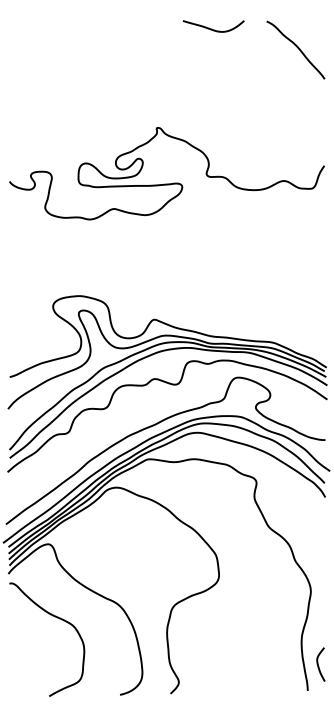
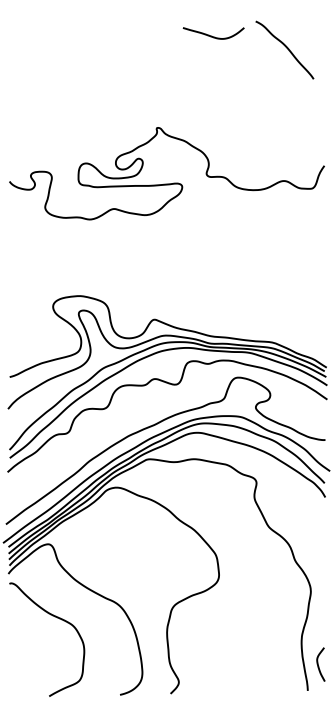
curve at (211, 28) position: (211, 28) -> (211, 35)
curve at (296, 47) position: (296, 47) -> (285, 47)
